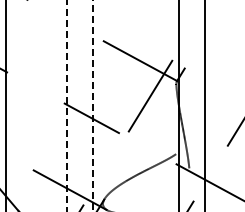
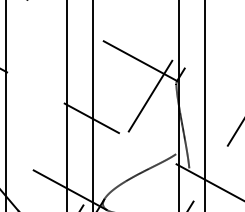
line at (67, 106): dashed -> solid
line at (92, 106): dashed -> solid
